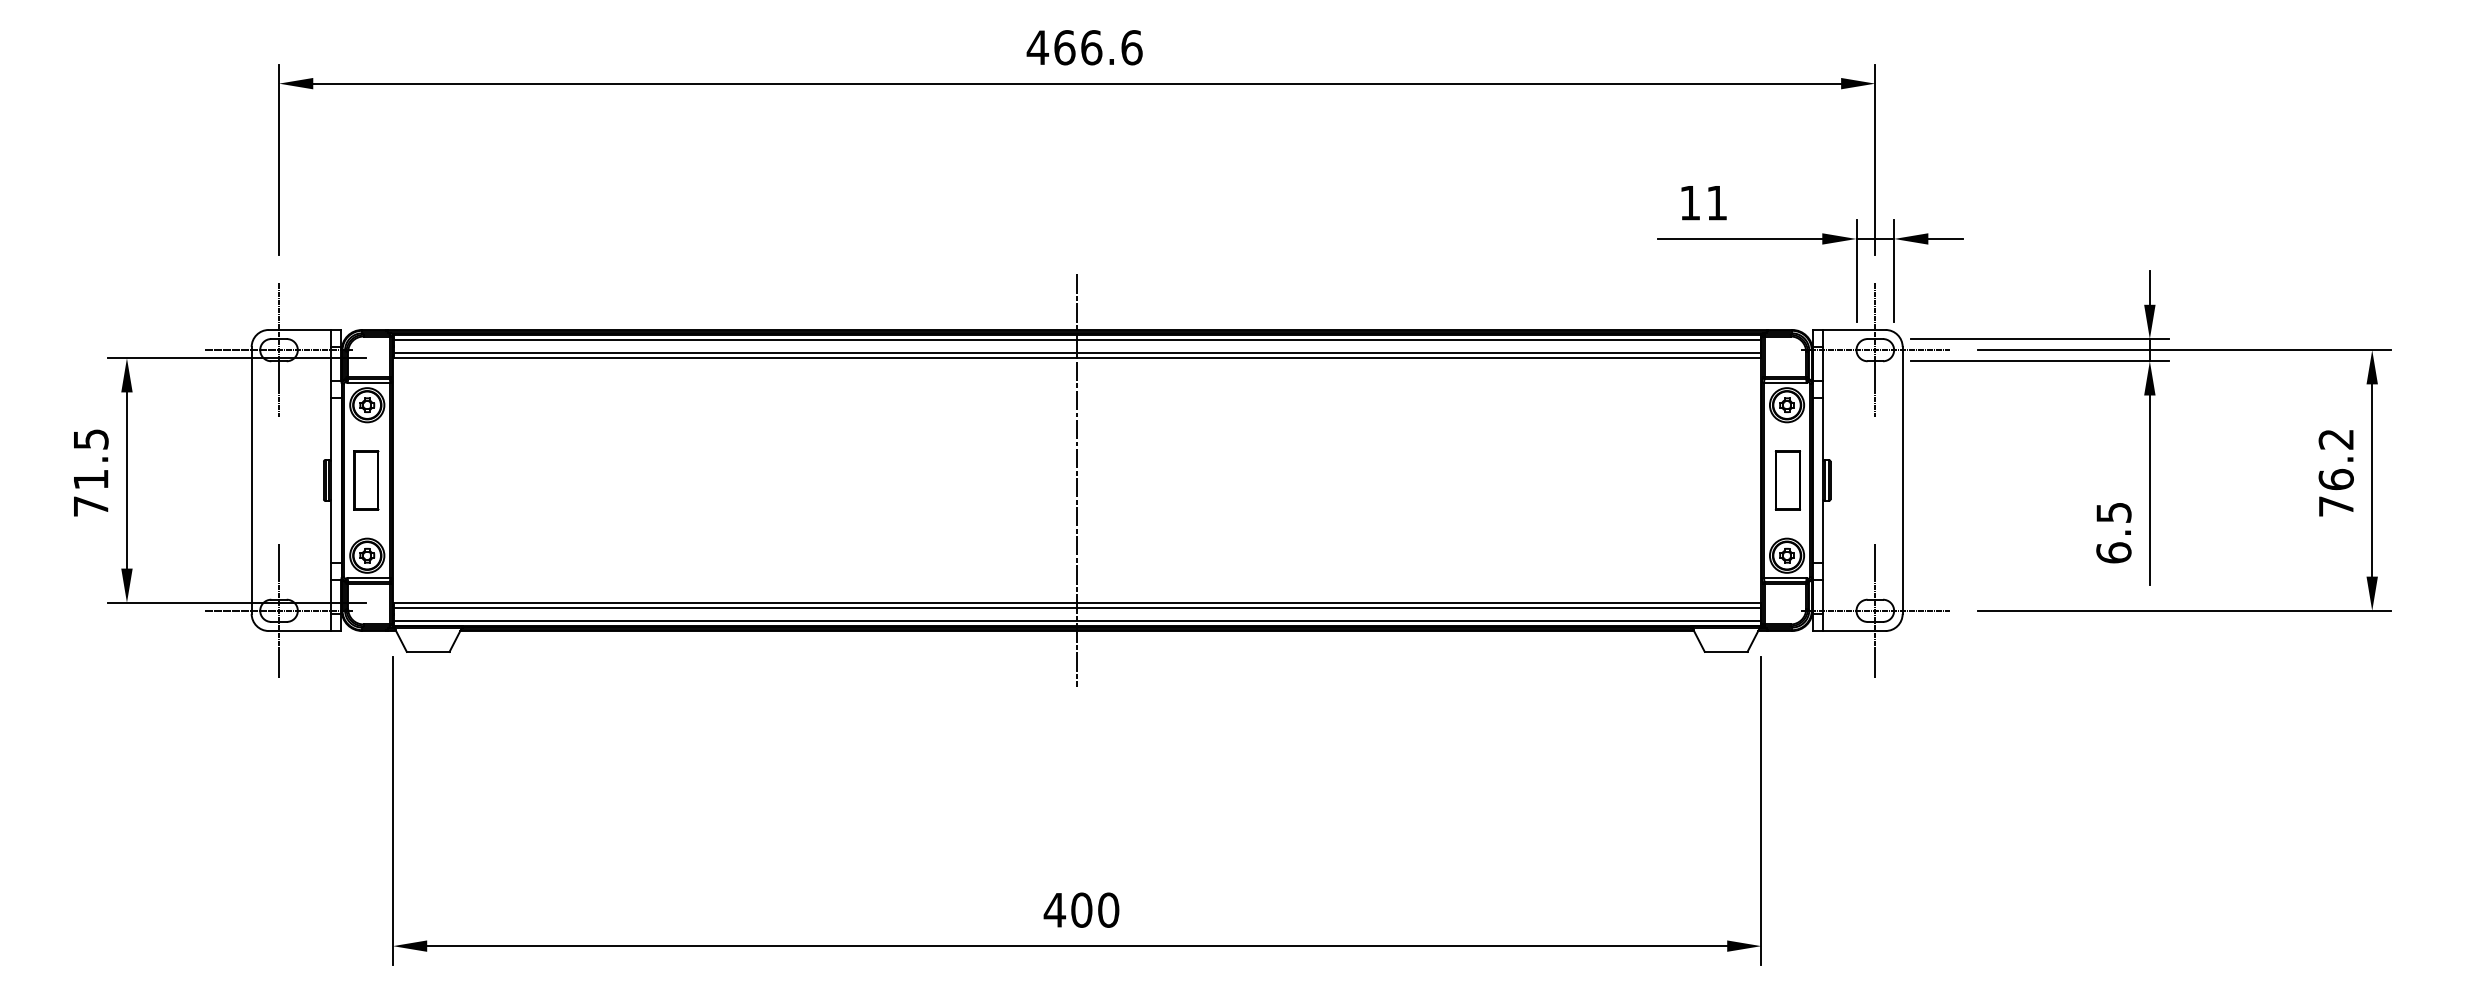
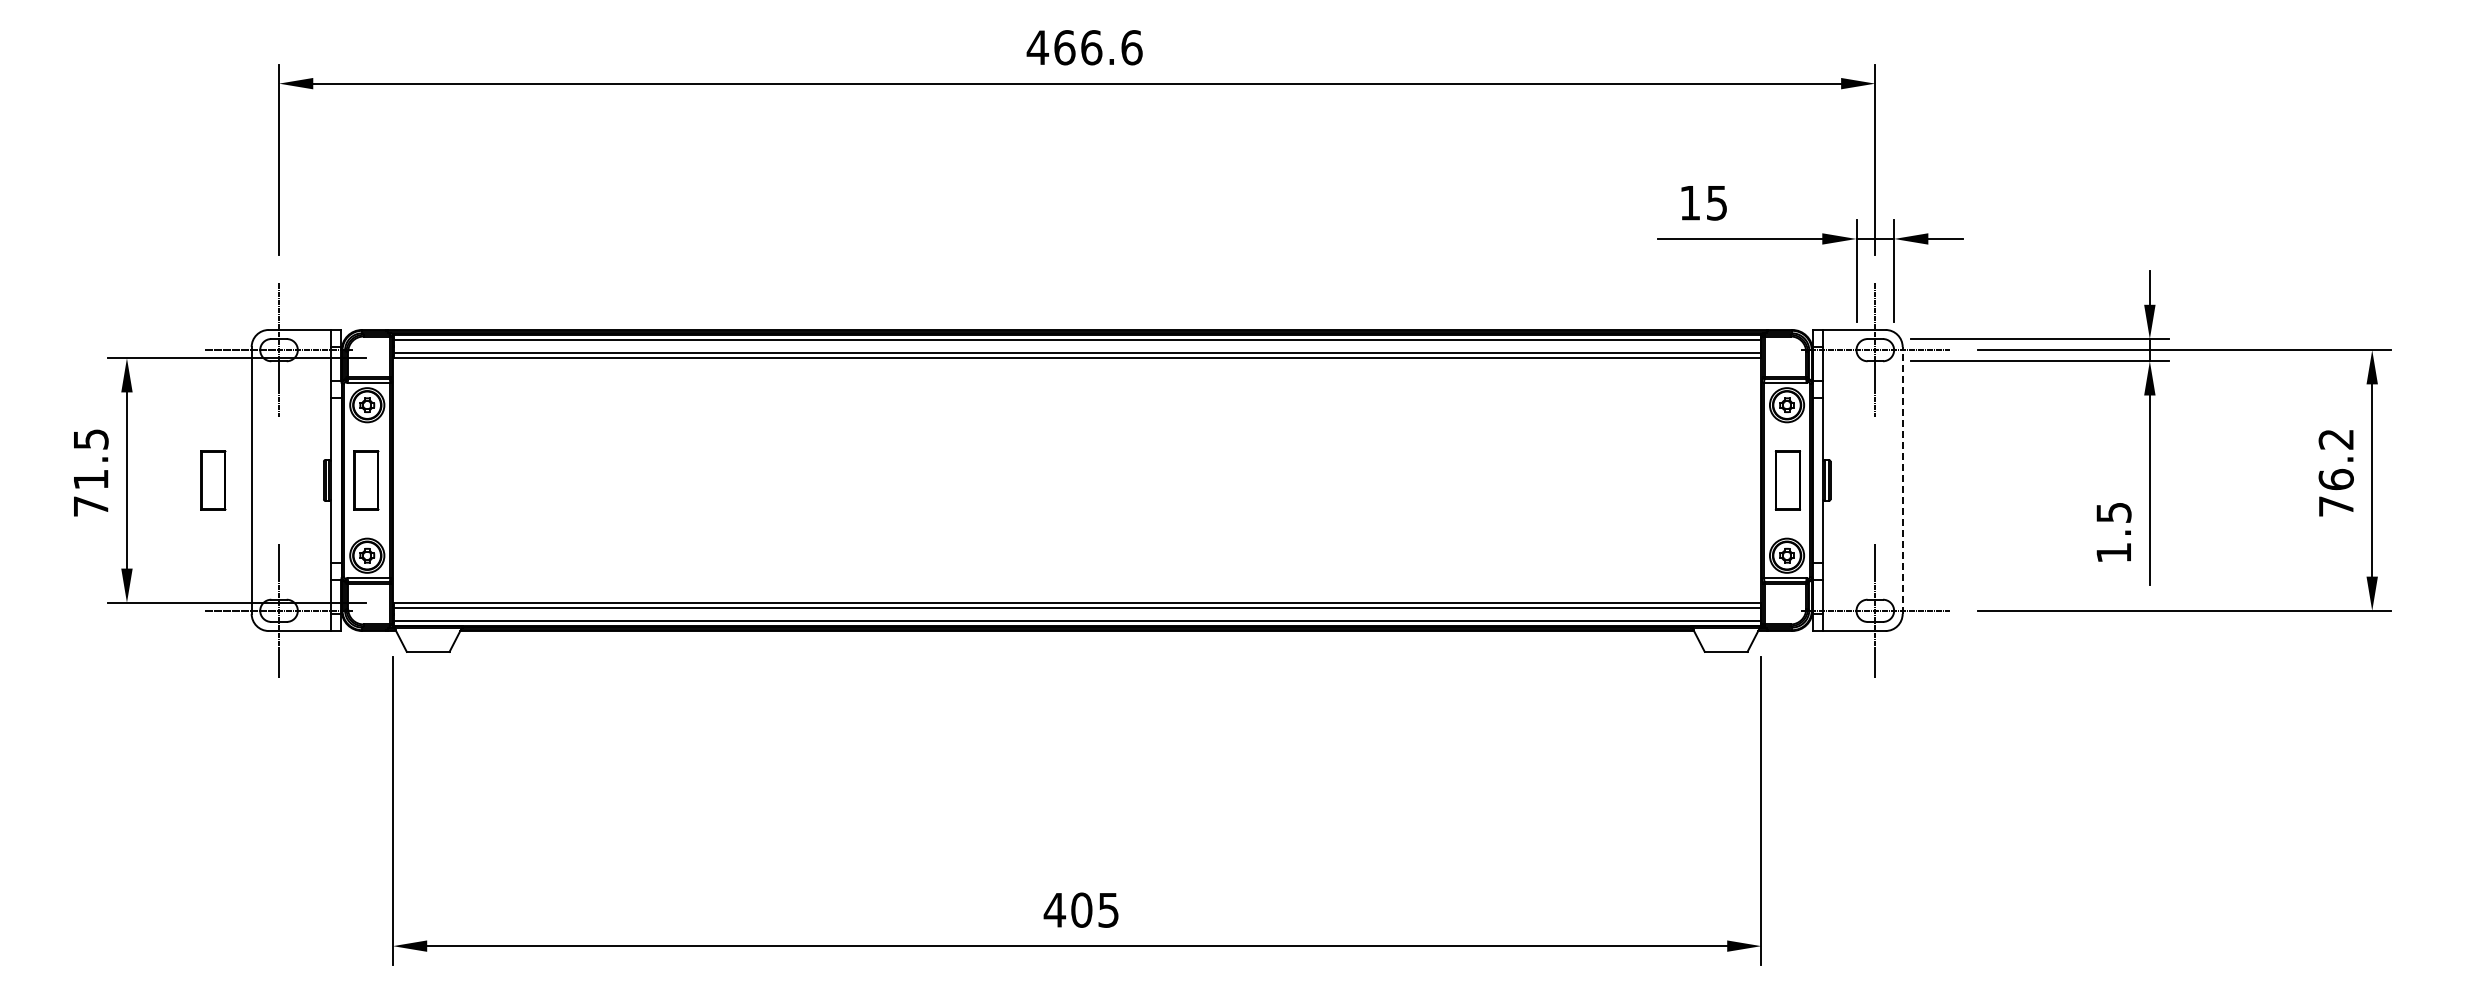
text at (1716, 203): 11 -> 15
part at (213, 480): none -> present
line at (1077, 480): present -> none
line at (1902, 480): solid -> dashed
text at (2113, 552): 6.5 -> 1.5
text at (1108, 909): 400 -> 405
